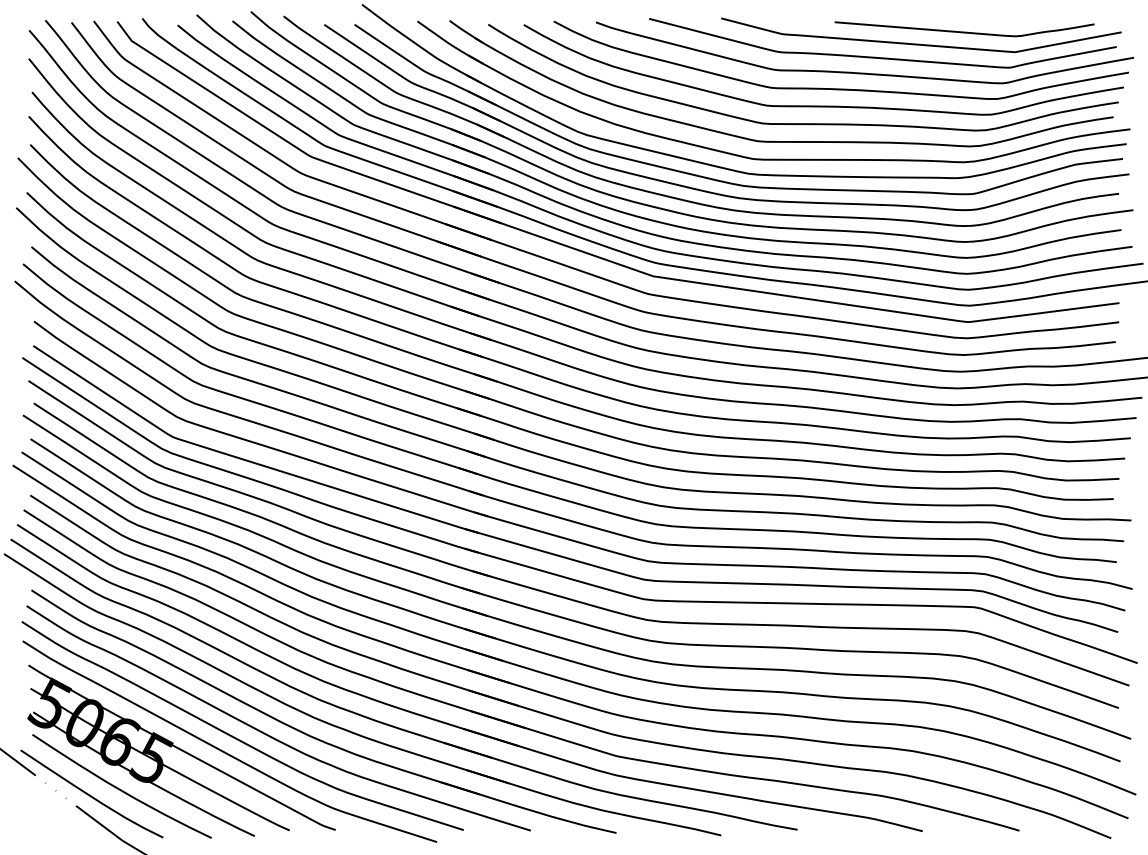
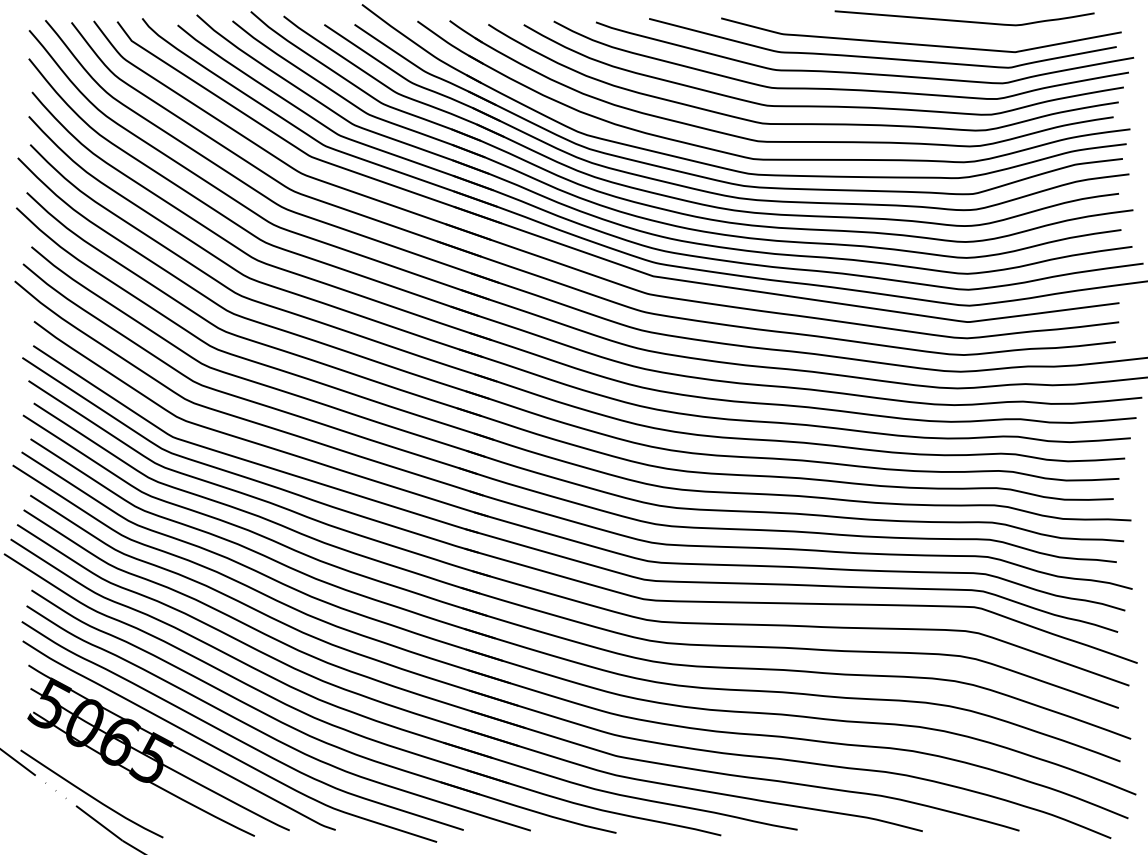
curve at (964, 31) position: (964, 31) -> (964, 20)
curve at (119, 788): present -> none
